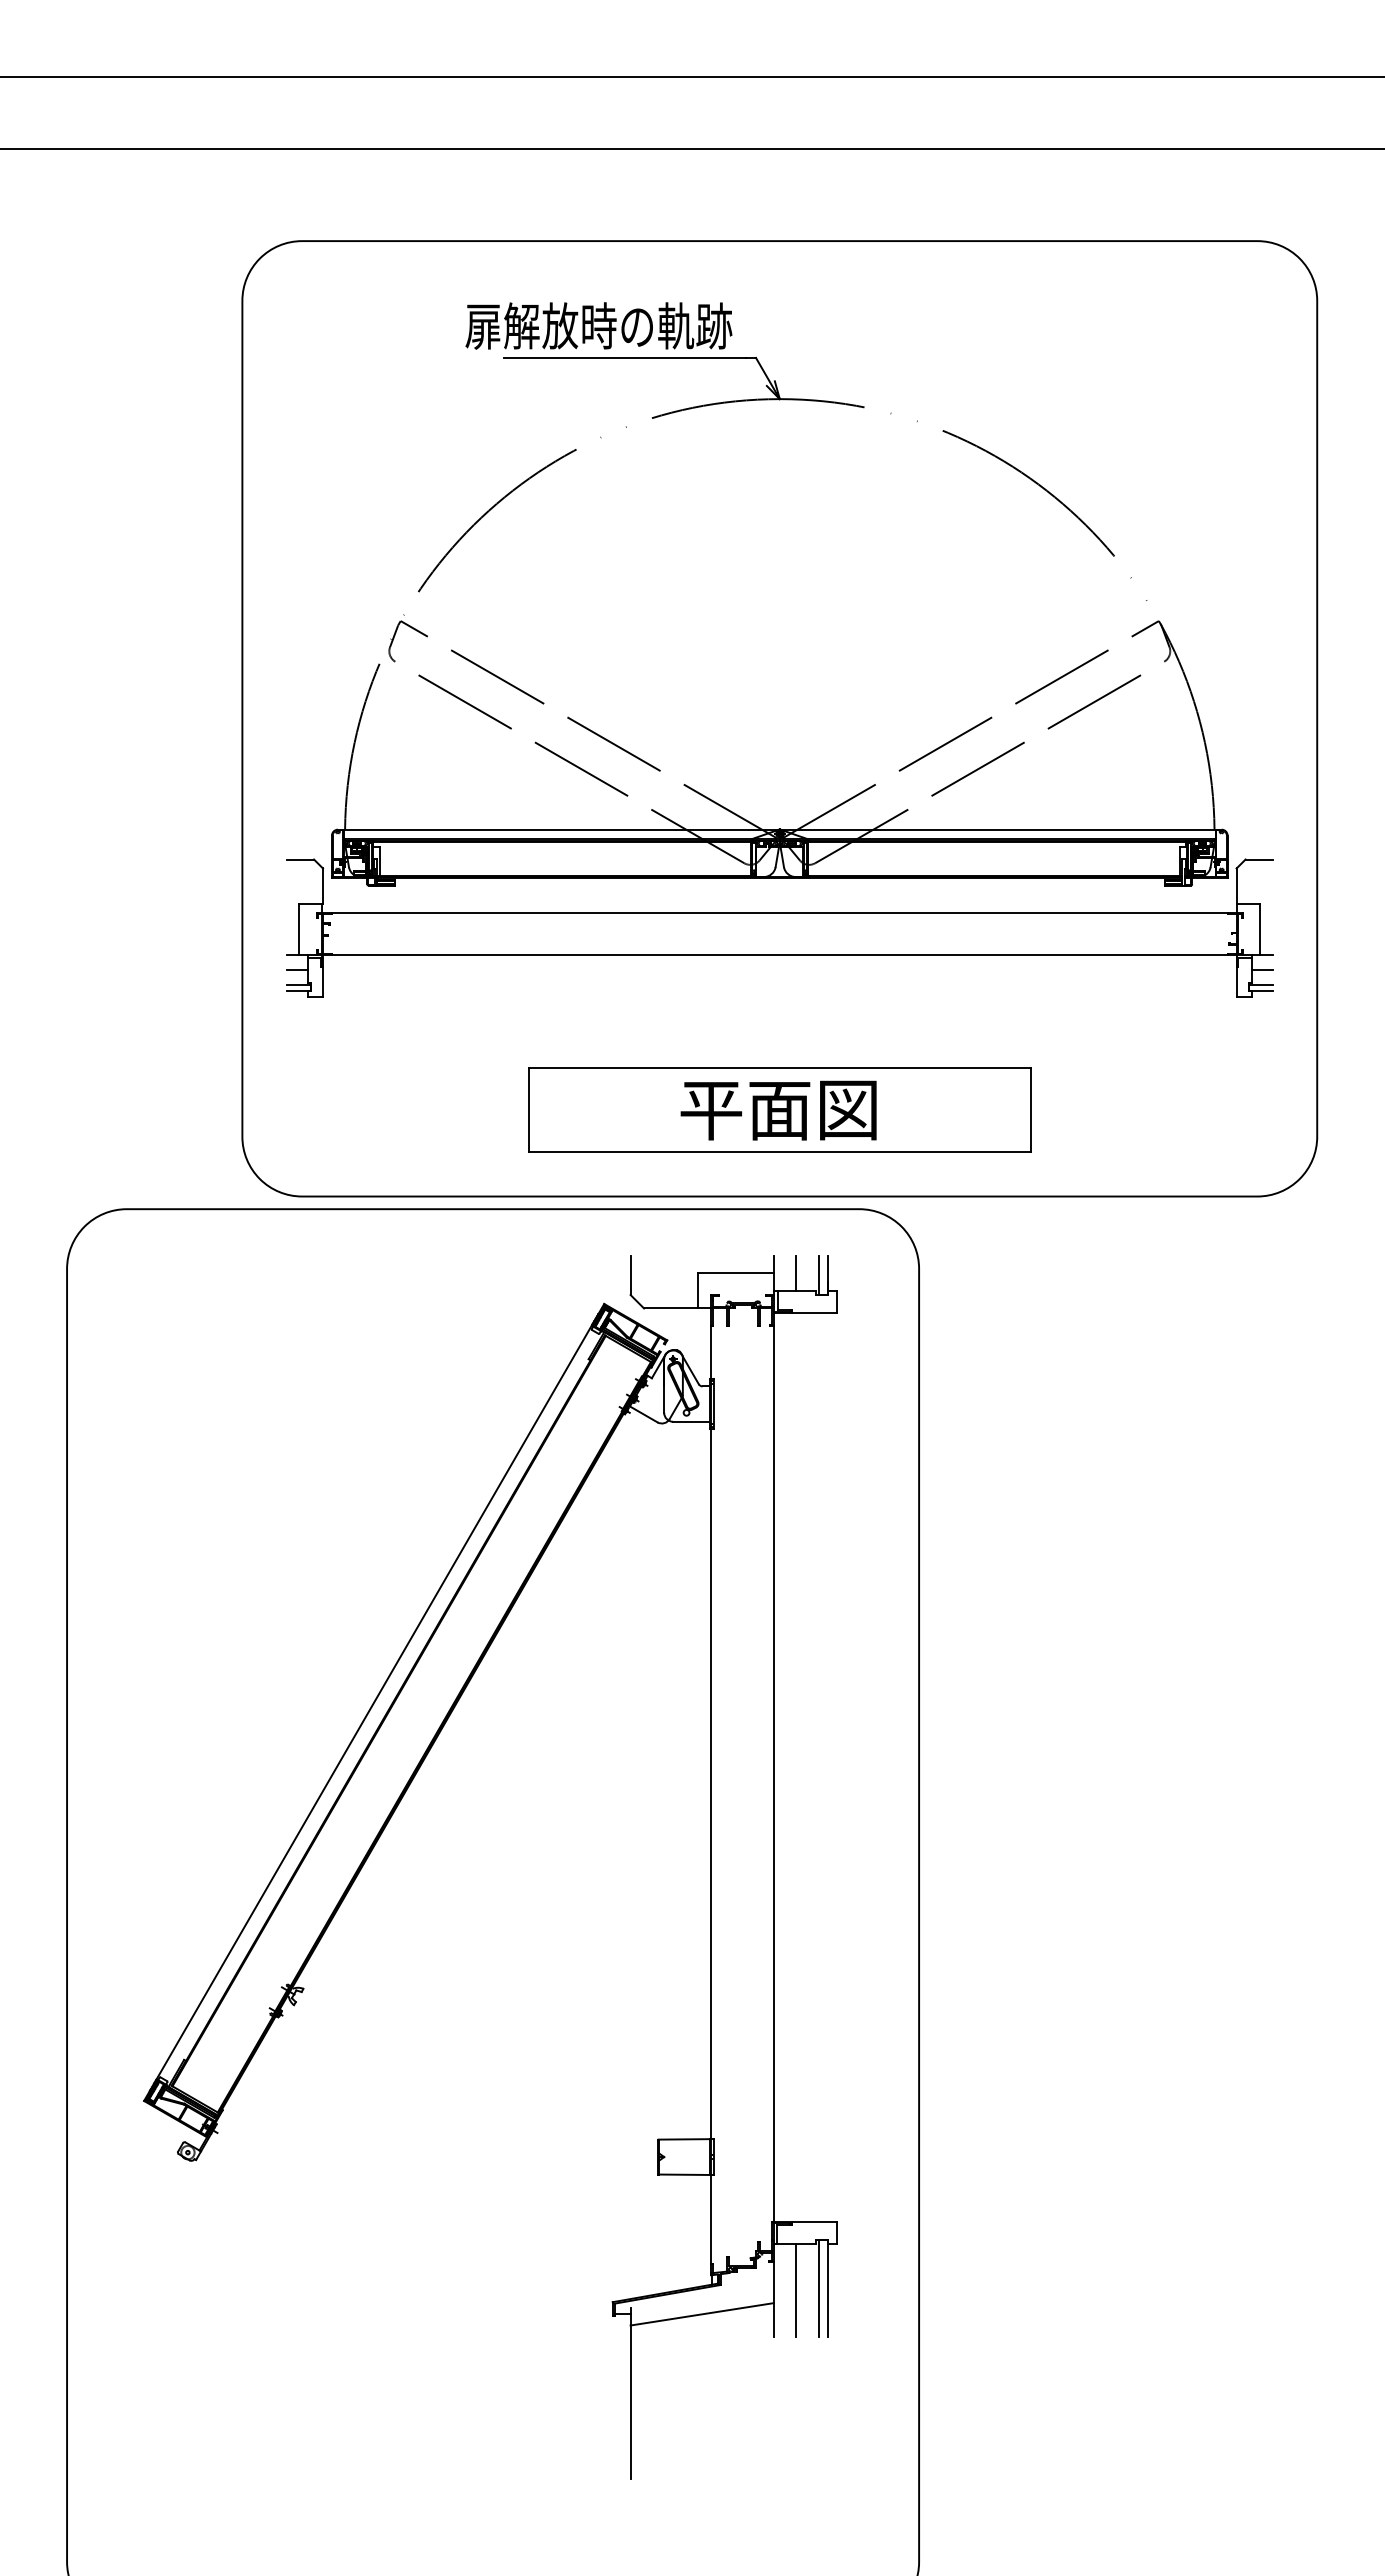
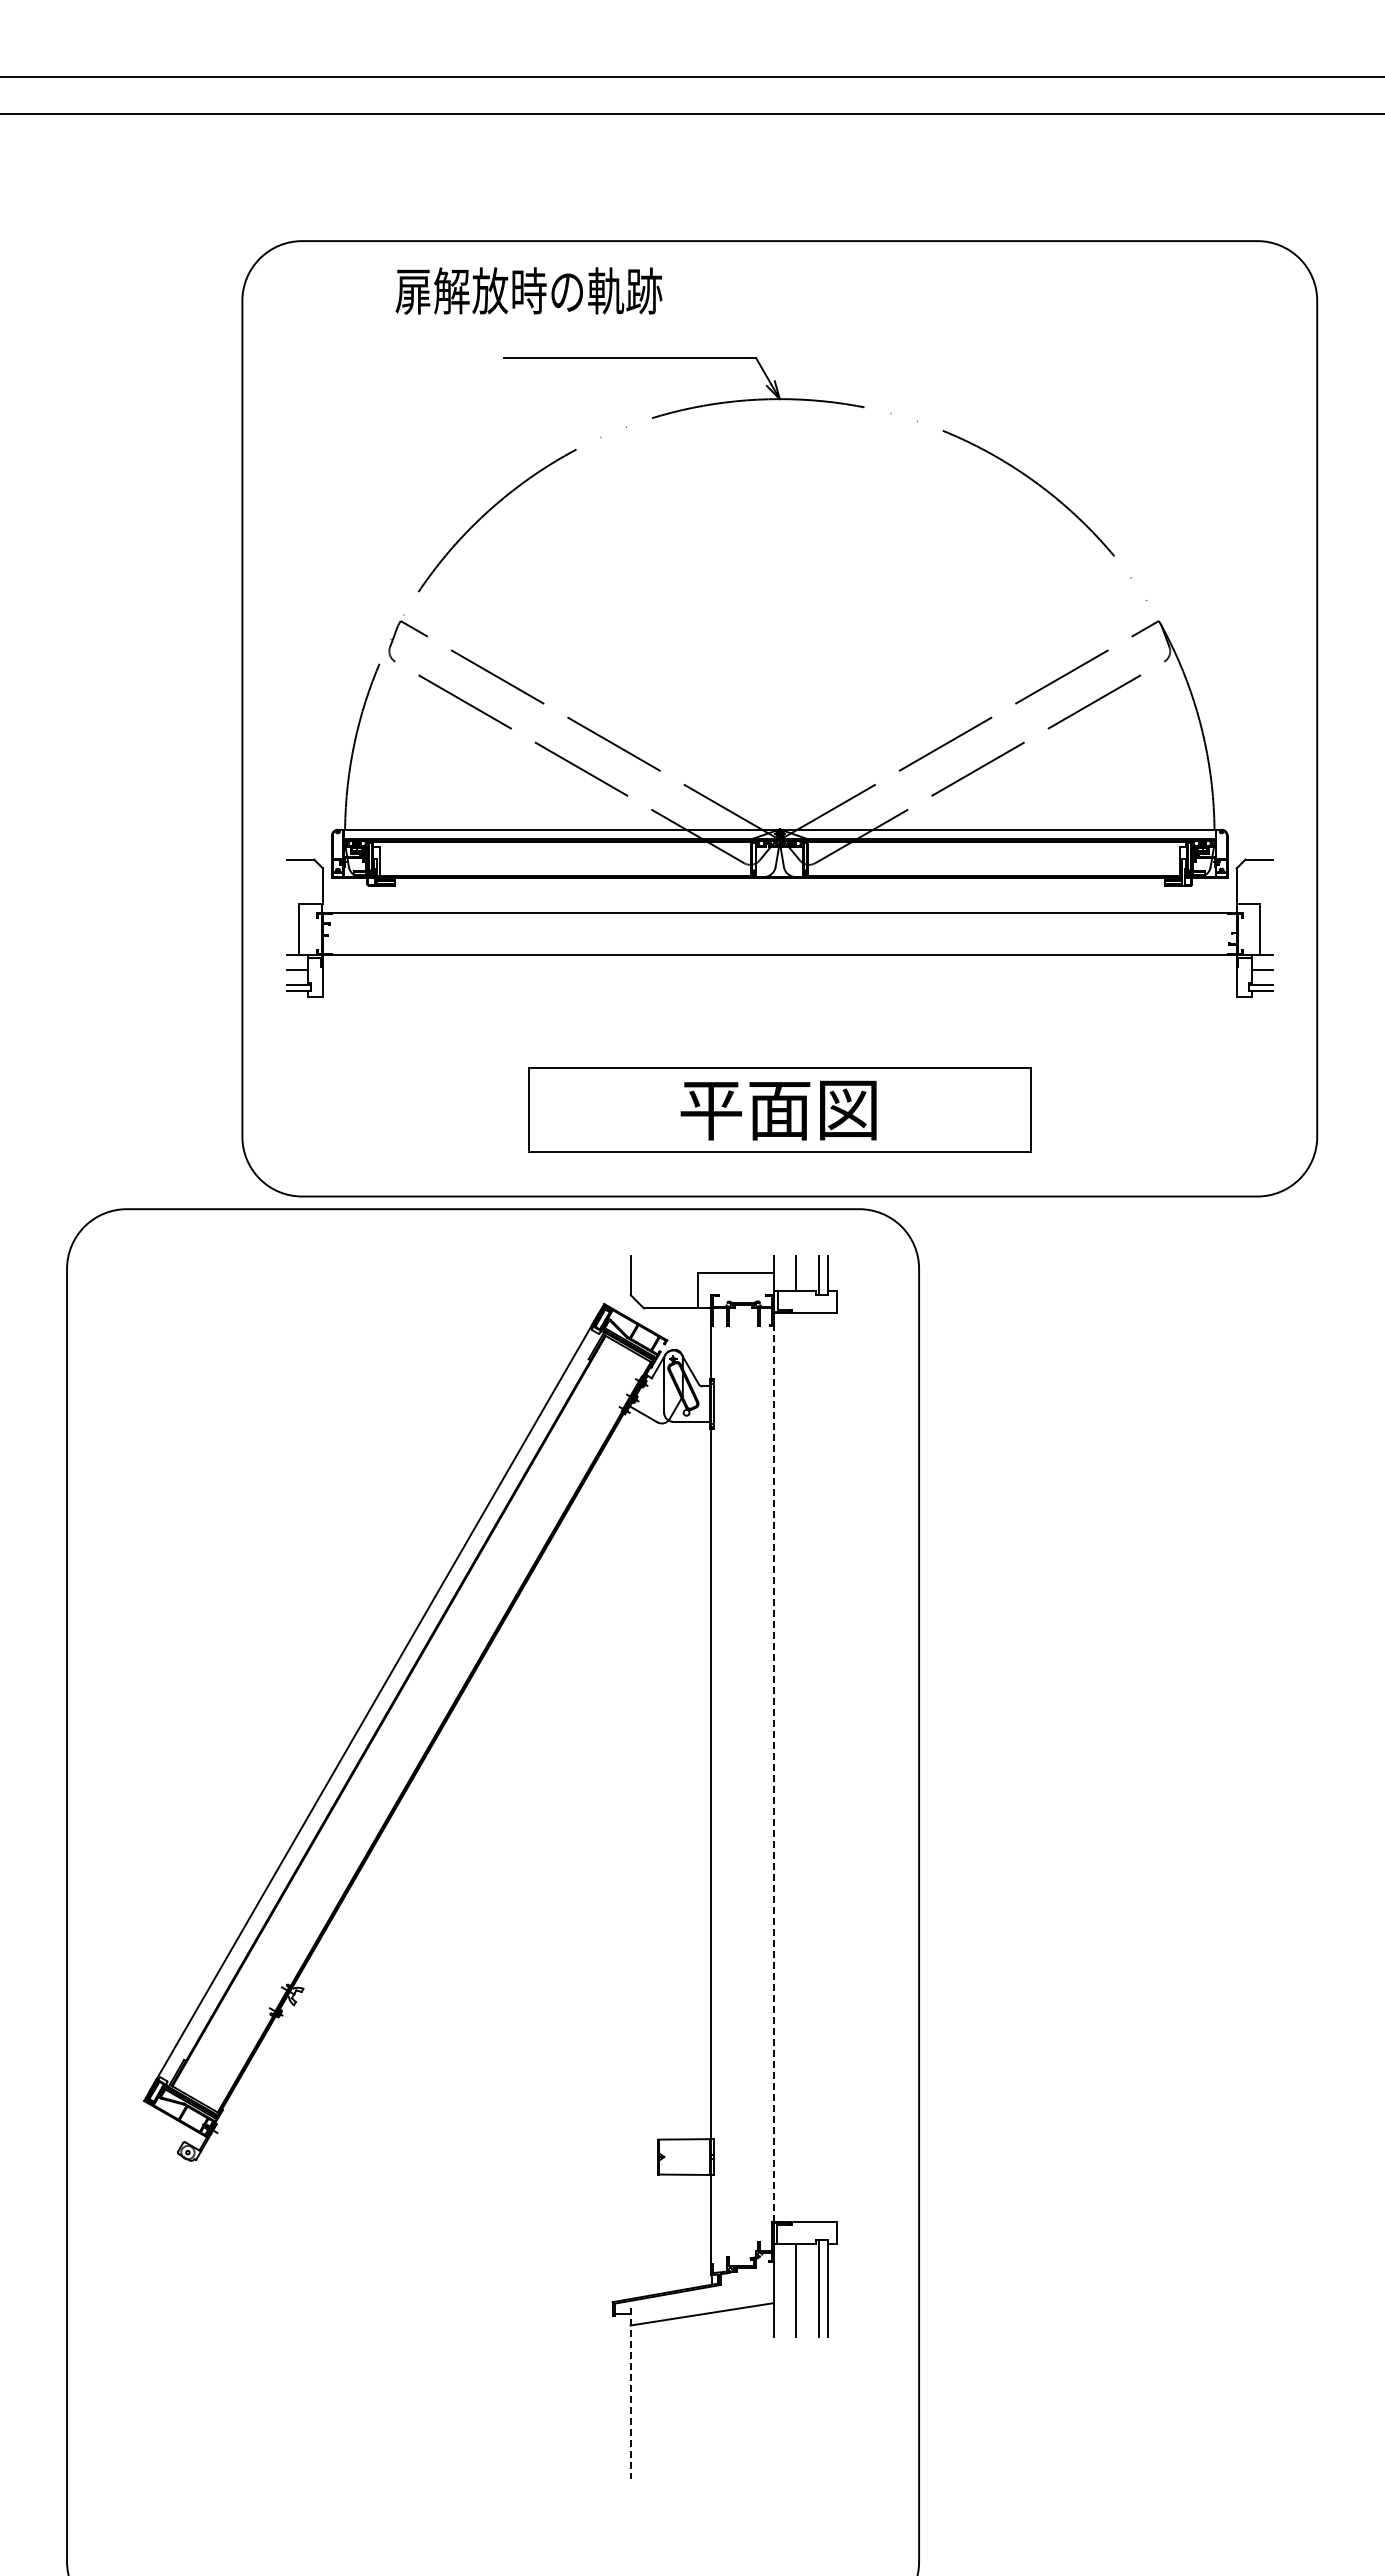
line at (691, 148) position: (691, 148) -> (691, 113)
text at (598, 325) position: (598, 325) -> (528, 290)
line at (773, 1774): solid -> dashed
line at (630, 2393): solid -> dashed
